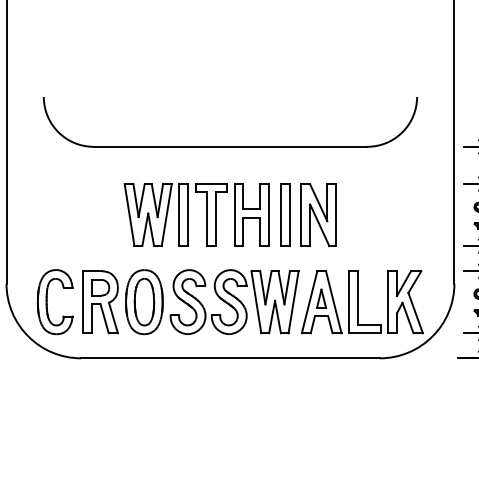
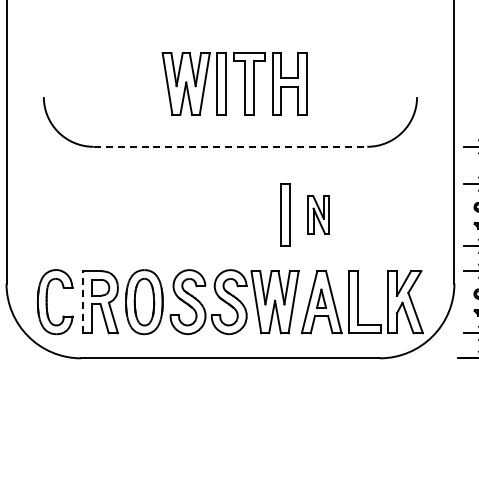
line at (230, 146): solid -> dashed
part at (188, 214) position: (188, 214) -> (226, 83)
part at (318, 214) size: 37x64 px -> 23x40 px
line at (83, 302): solid -> dashed
